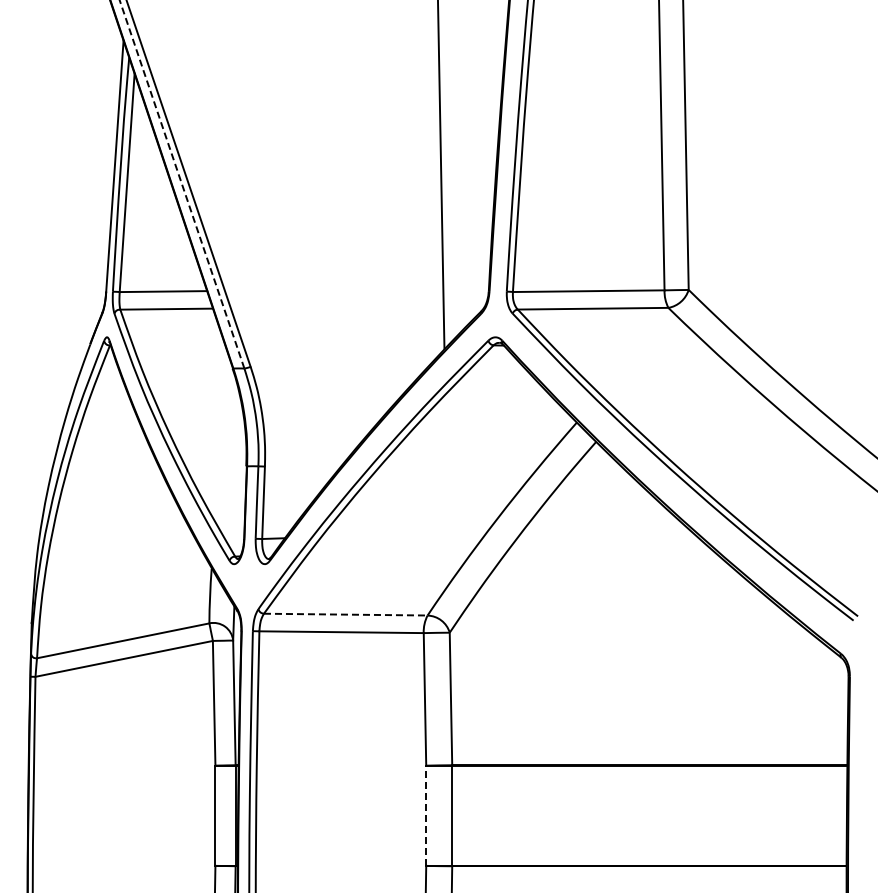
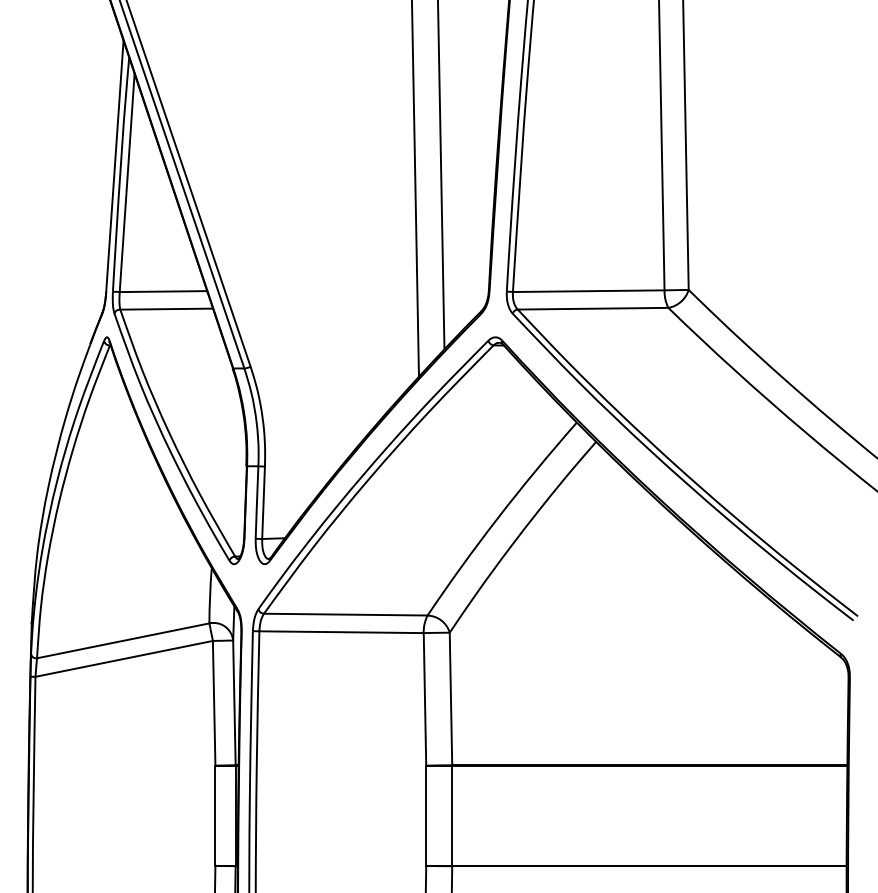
line at (181, 184): dashed -> solid
line at (414, 189): none -> present
line at (345, 614): dashed -> solid
line at (426, 815): dashed -> solid
